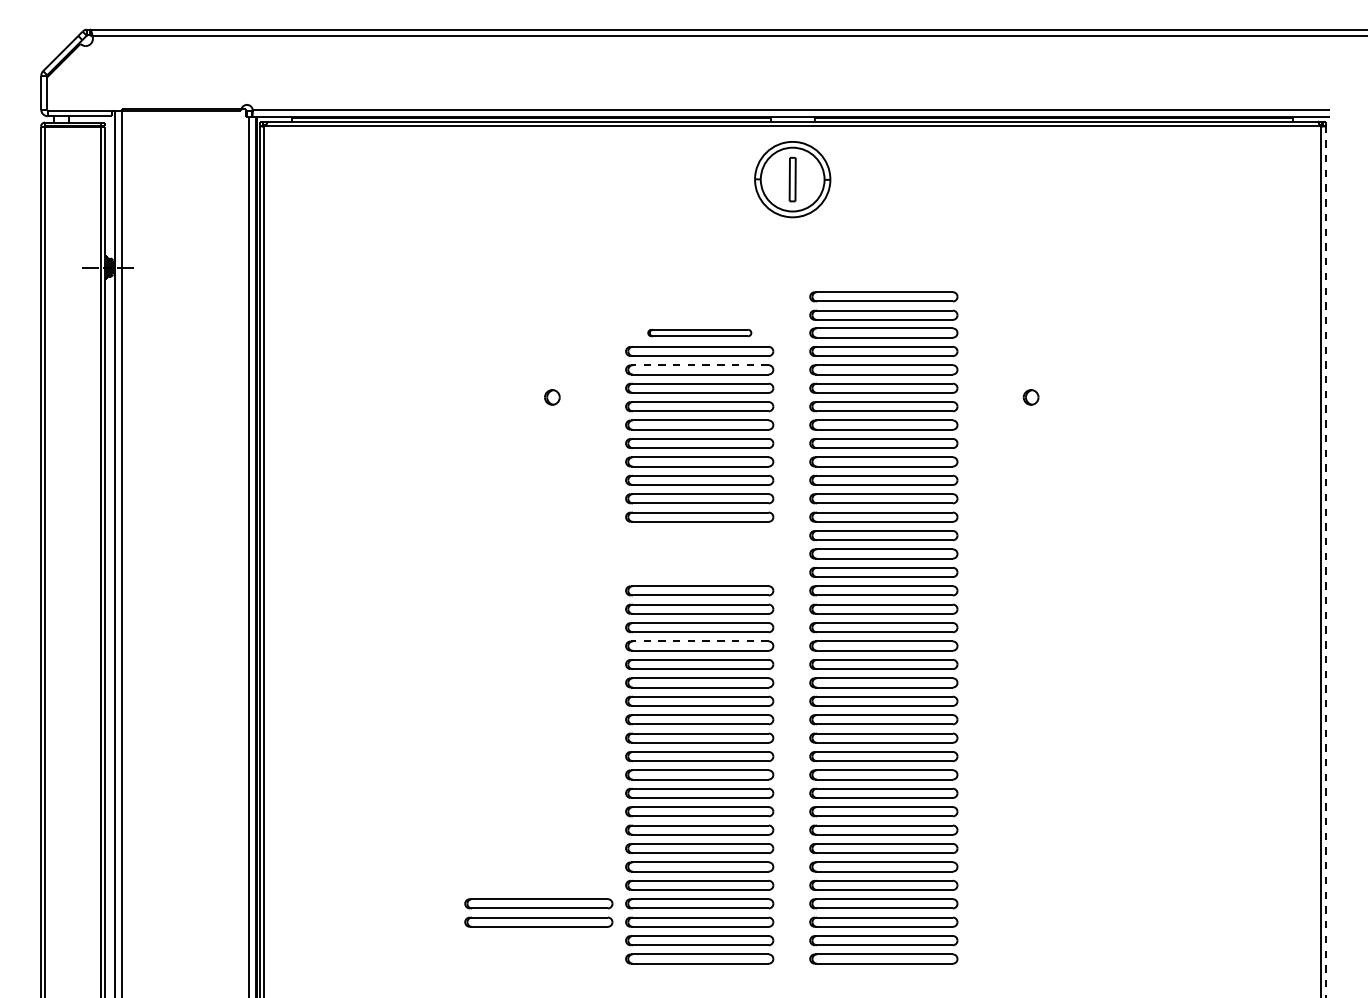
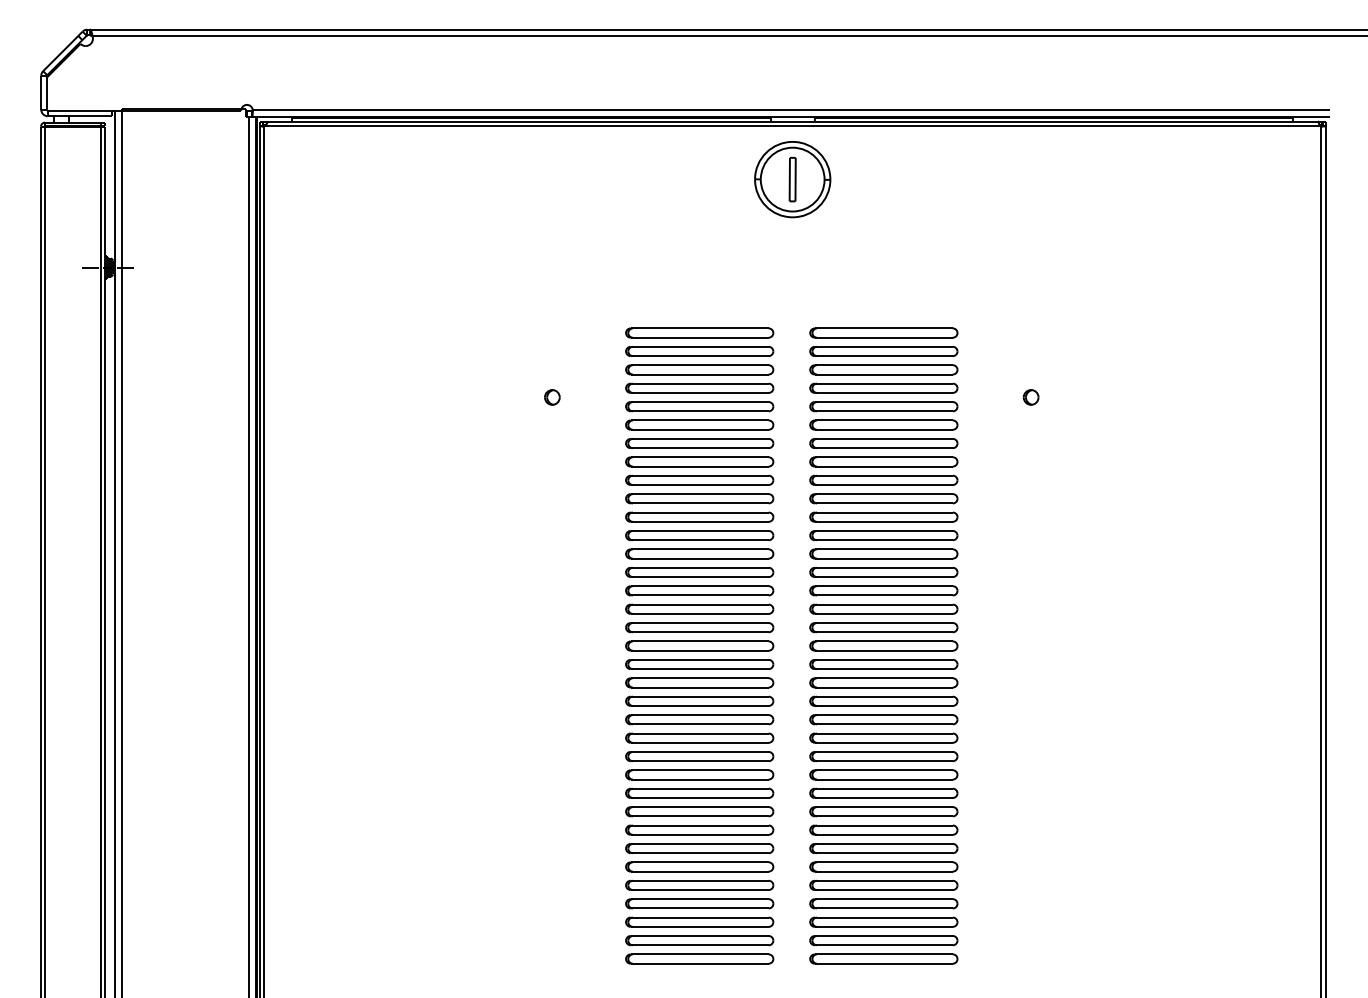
part at (883, 305): present -> none
part at (699, 332) size: 106x10 px -> 150x12 px
line at (699, 365): dashed -> solid
part at (699, 553): none -> present
line at (1325, 561): dashed -> solid
line at (699, 641): dashed -> solid
part at (538, 912): present -> none
